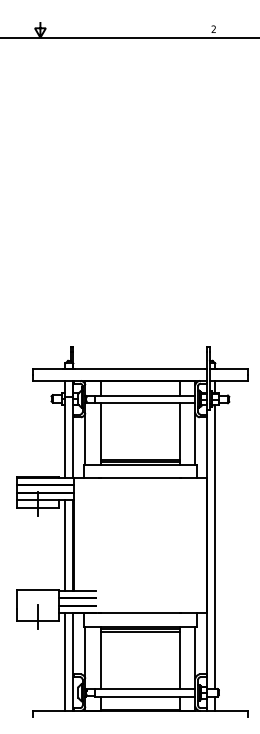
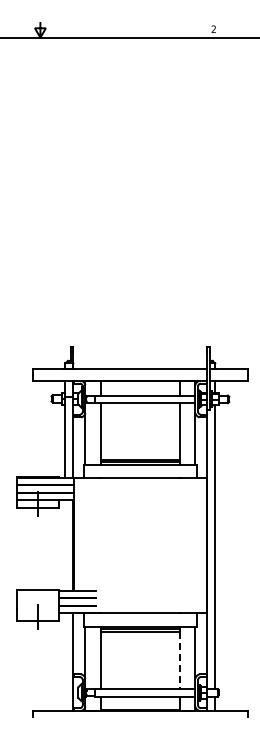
line at (65, 545): present -> none
line at (179, 660): solid -> dashed
line at (65, 661): present -> none
